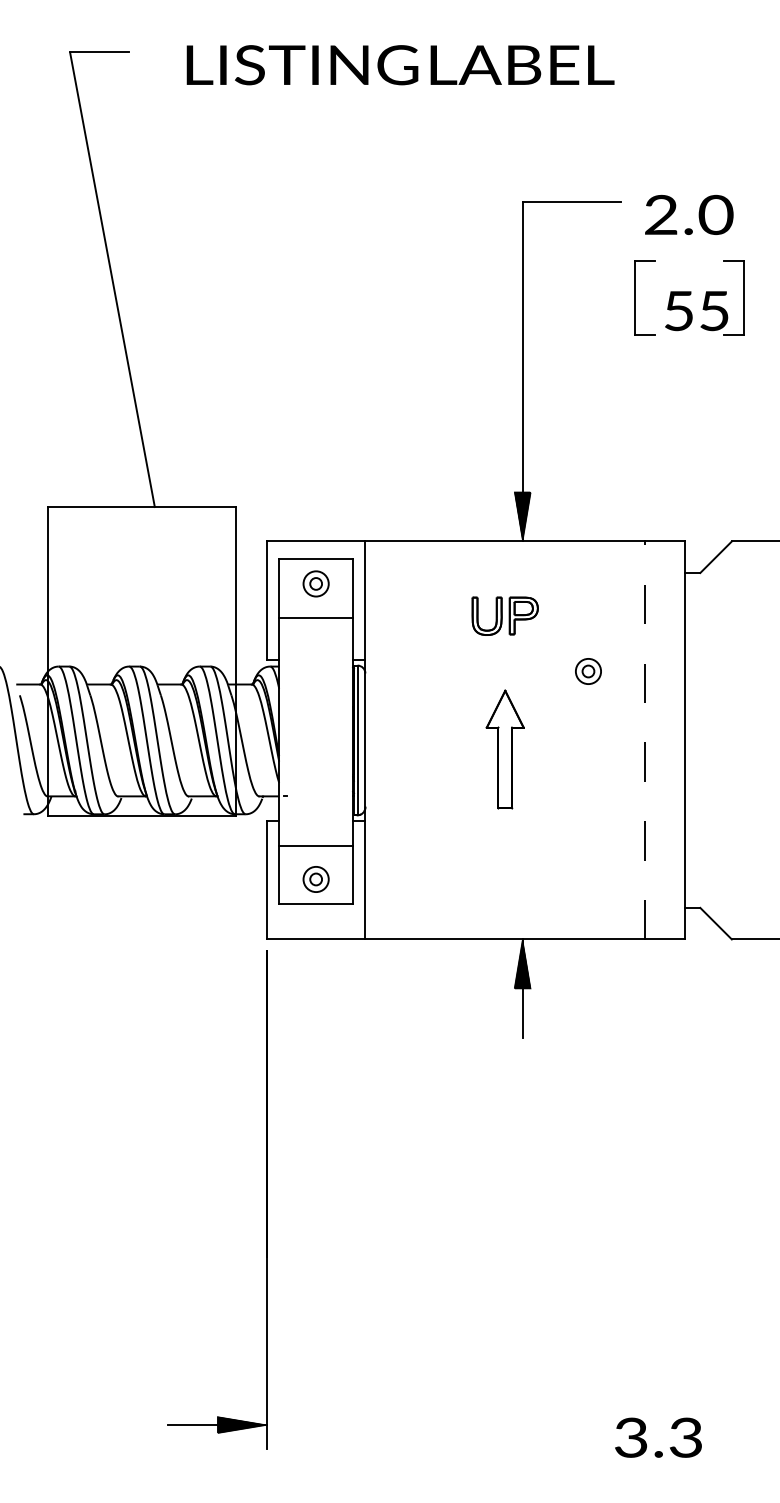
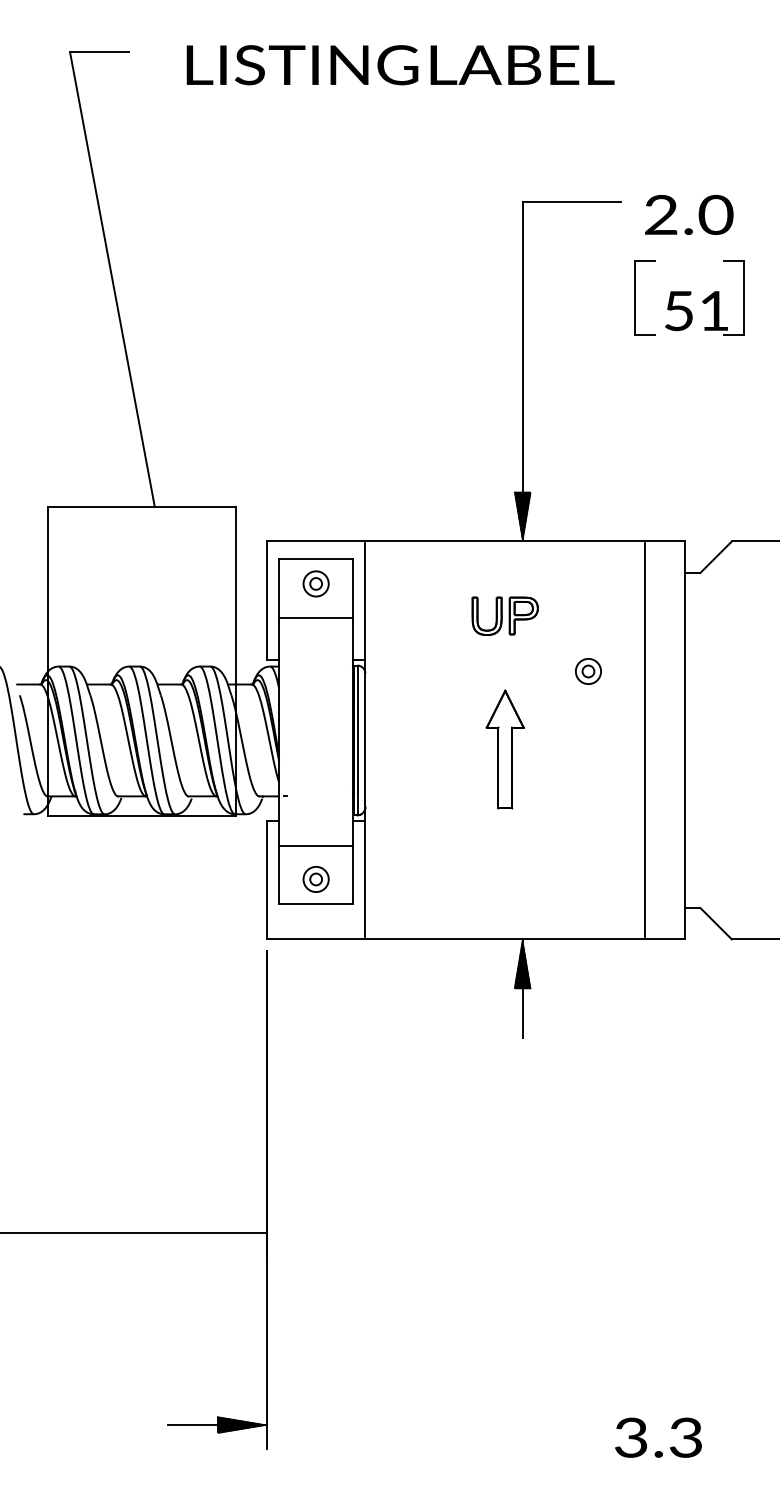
text at (714, 311): 55 -> 51
line at (645, 740): dashed -> solid
line at (134, 1233): none -> present
